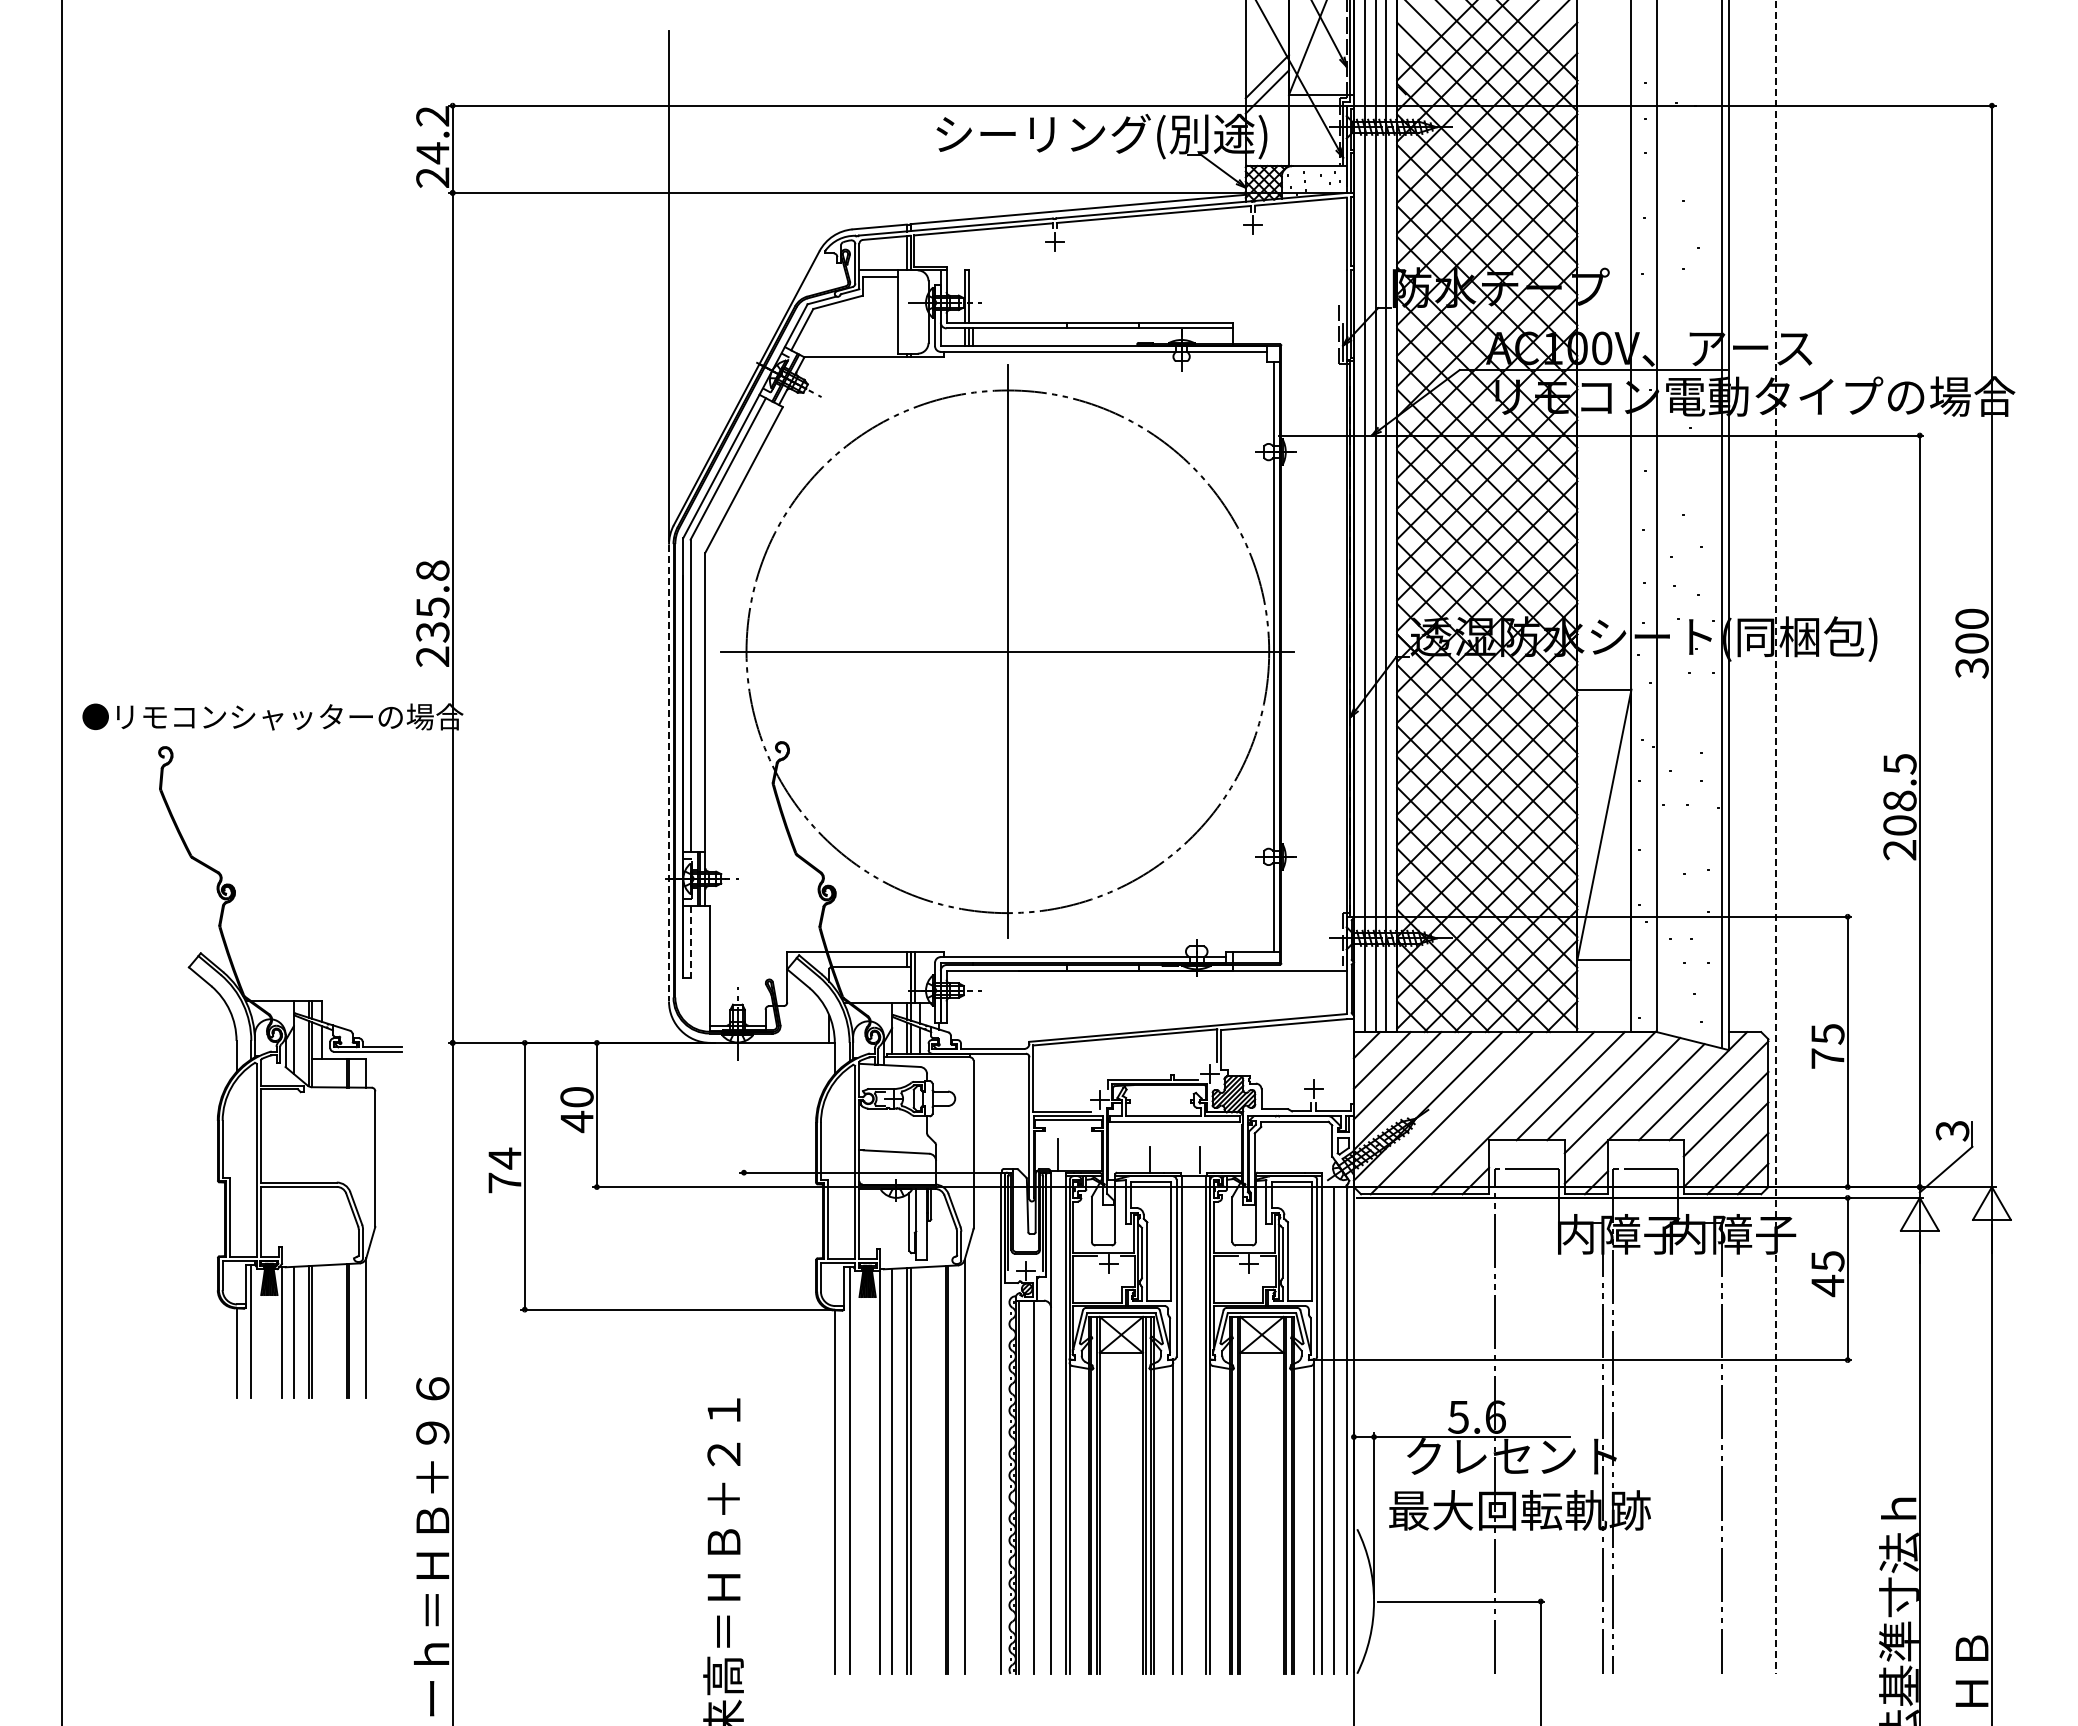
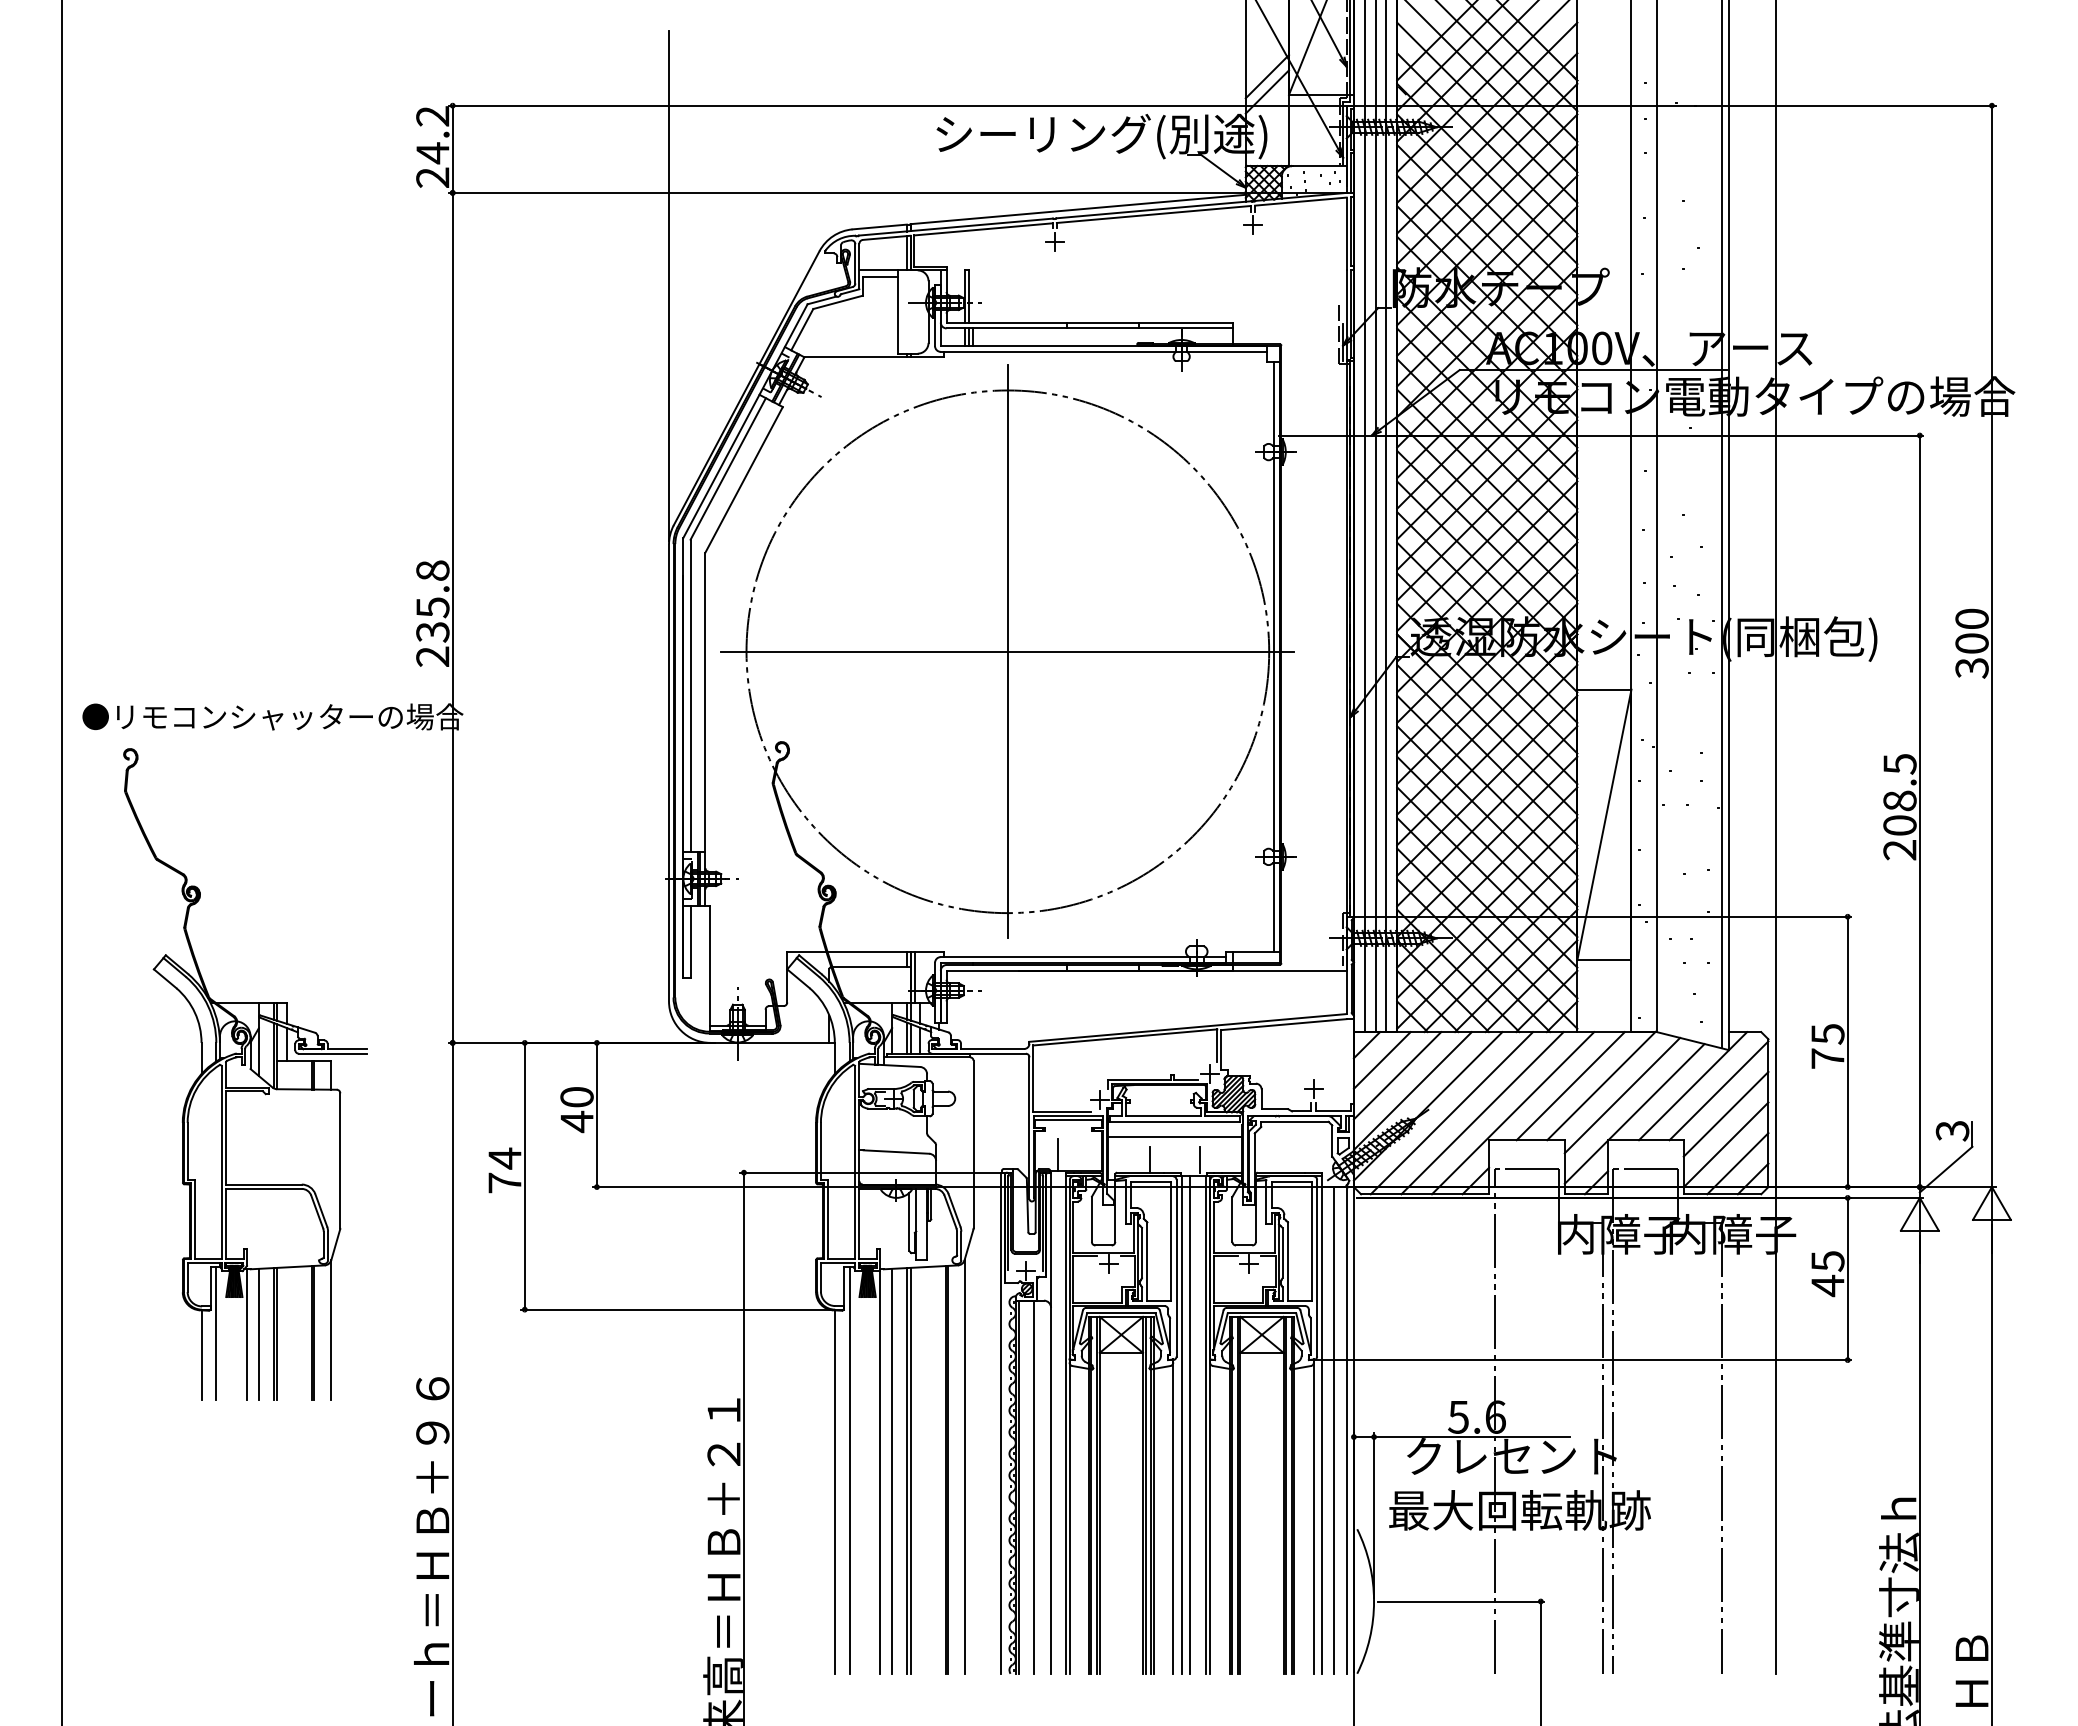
line at (669, 773): dashed -> solid
line at (1775, 836): dashed -> solid
line at (690, 942): dashed -> solid
part at (280, 1072) position: (280, 1072) -> (245, 1074)
line at (1482, 1113): none -> present
line at (1175, 1136): none -> present
line at (1189, 1424): none -> present
line at (743, 1447): none -> present
